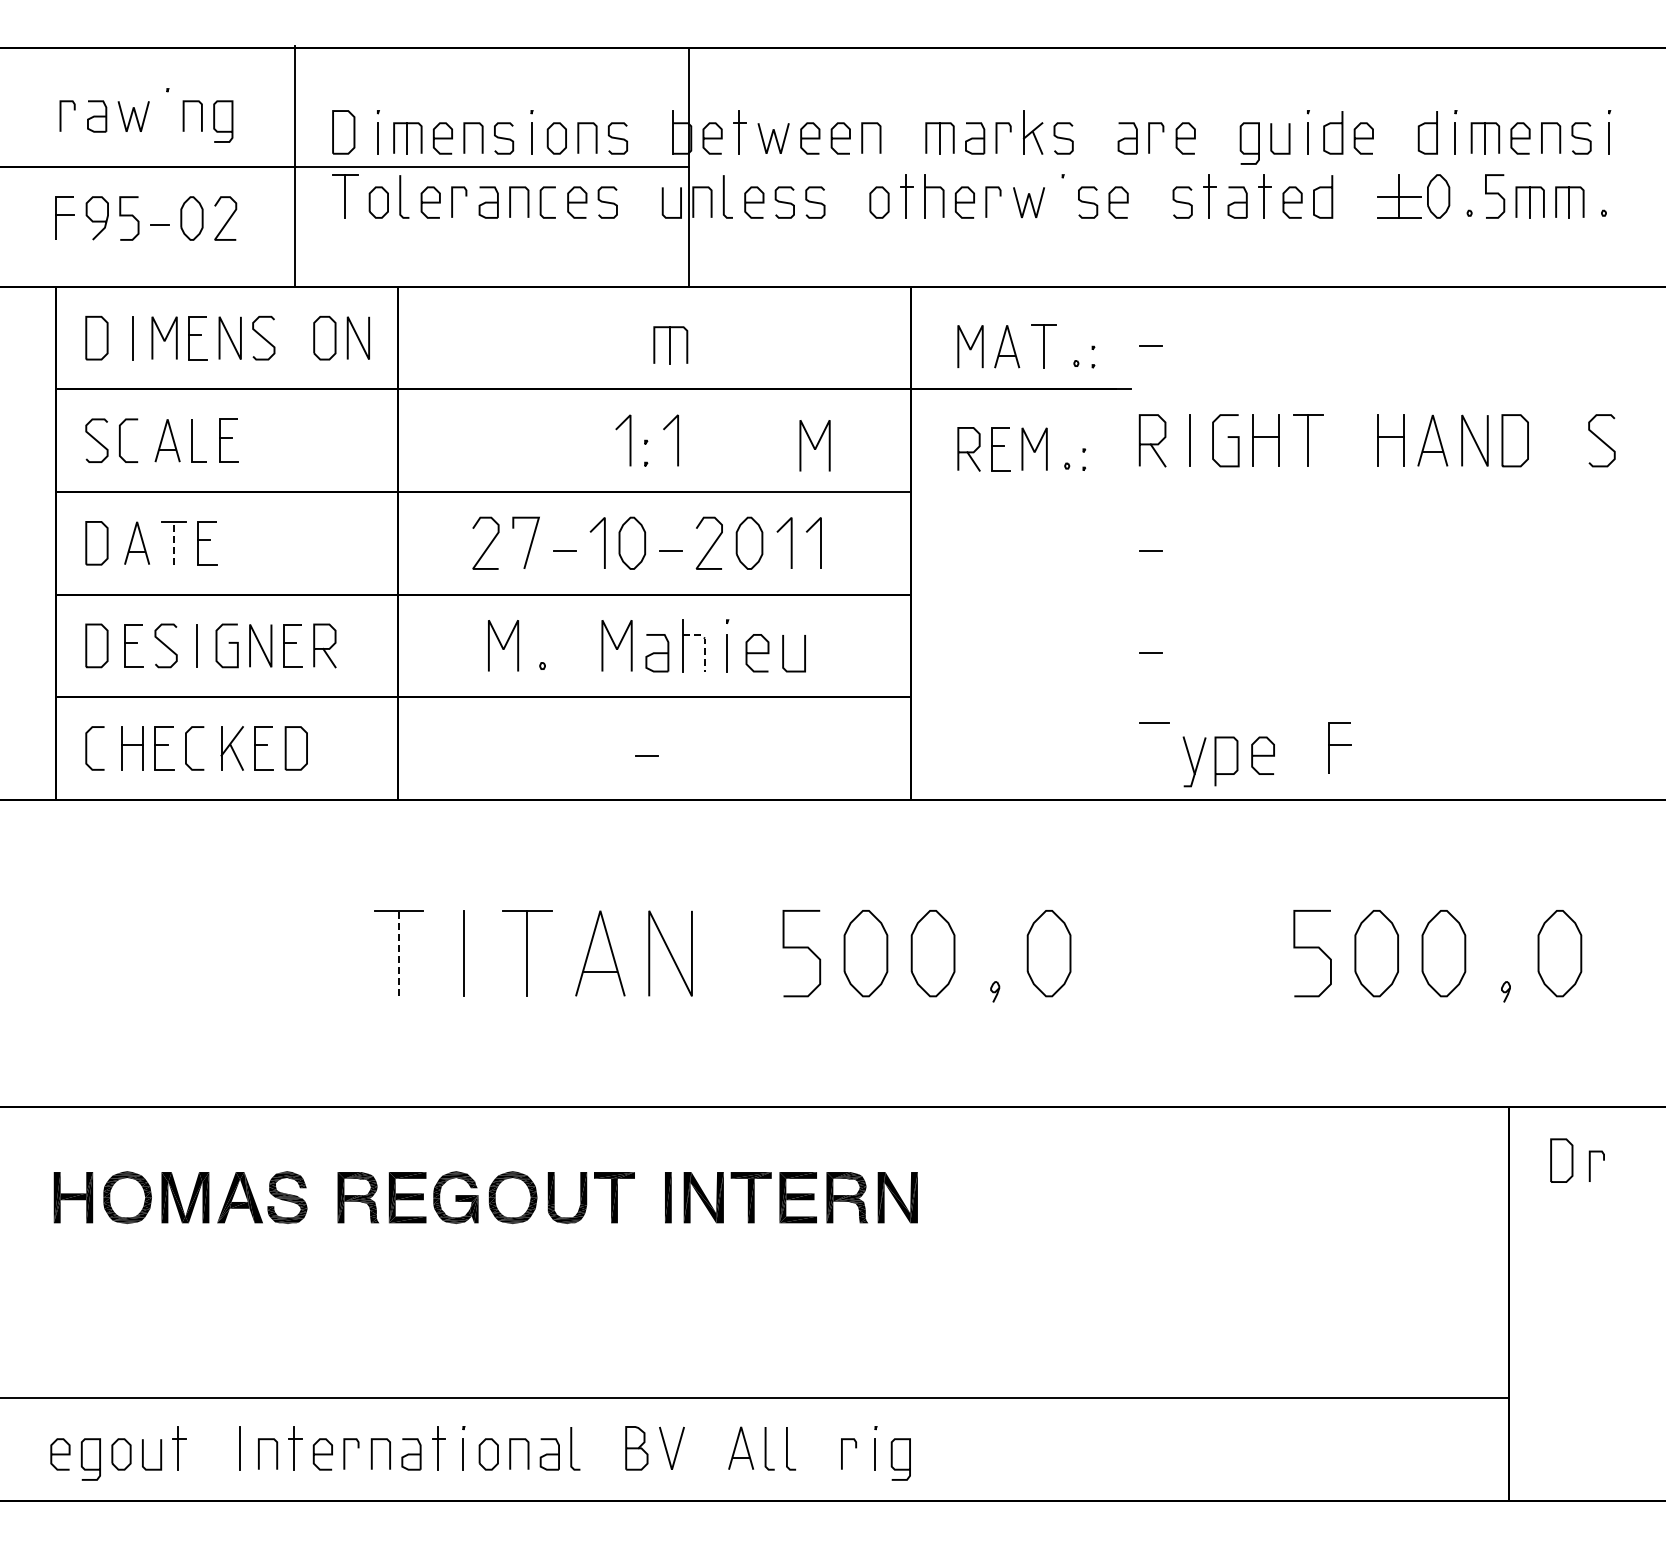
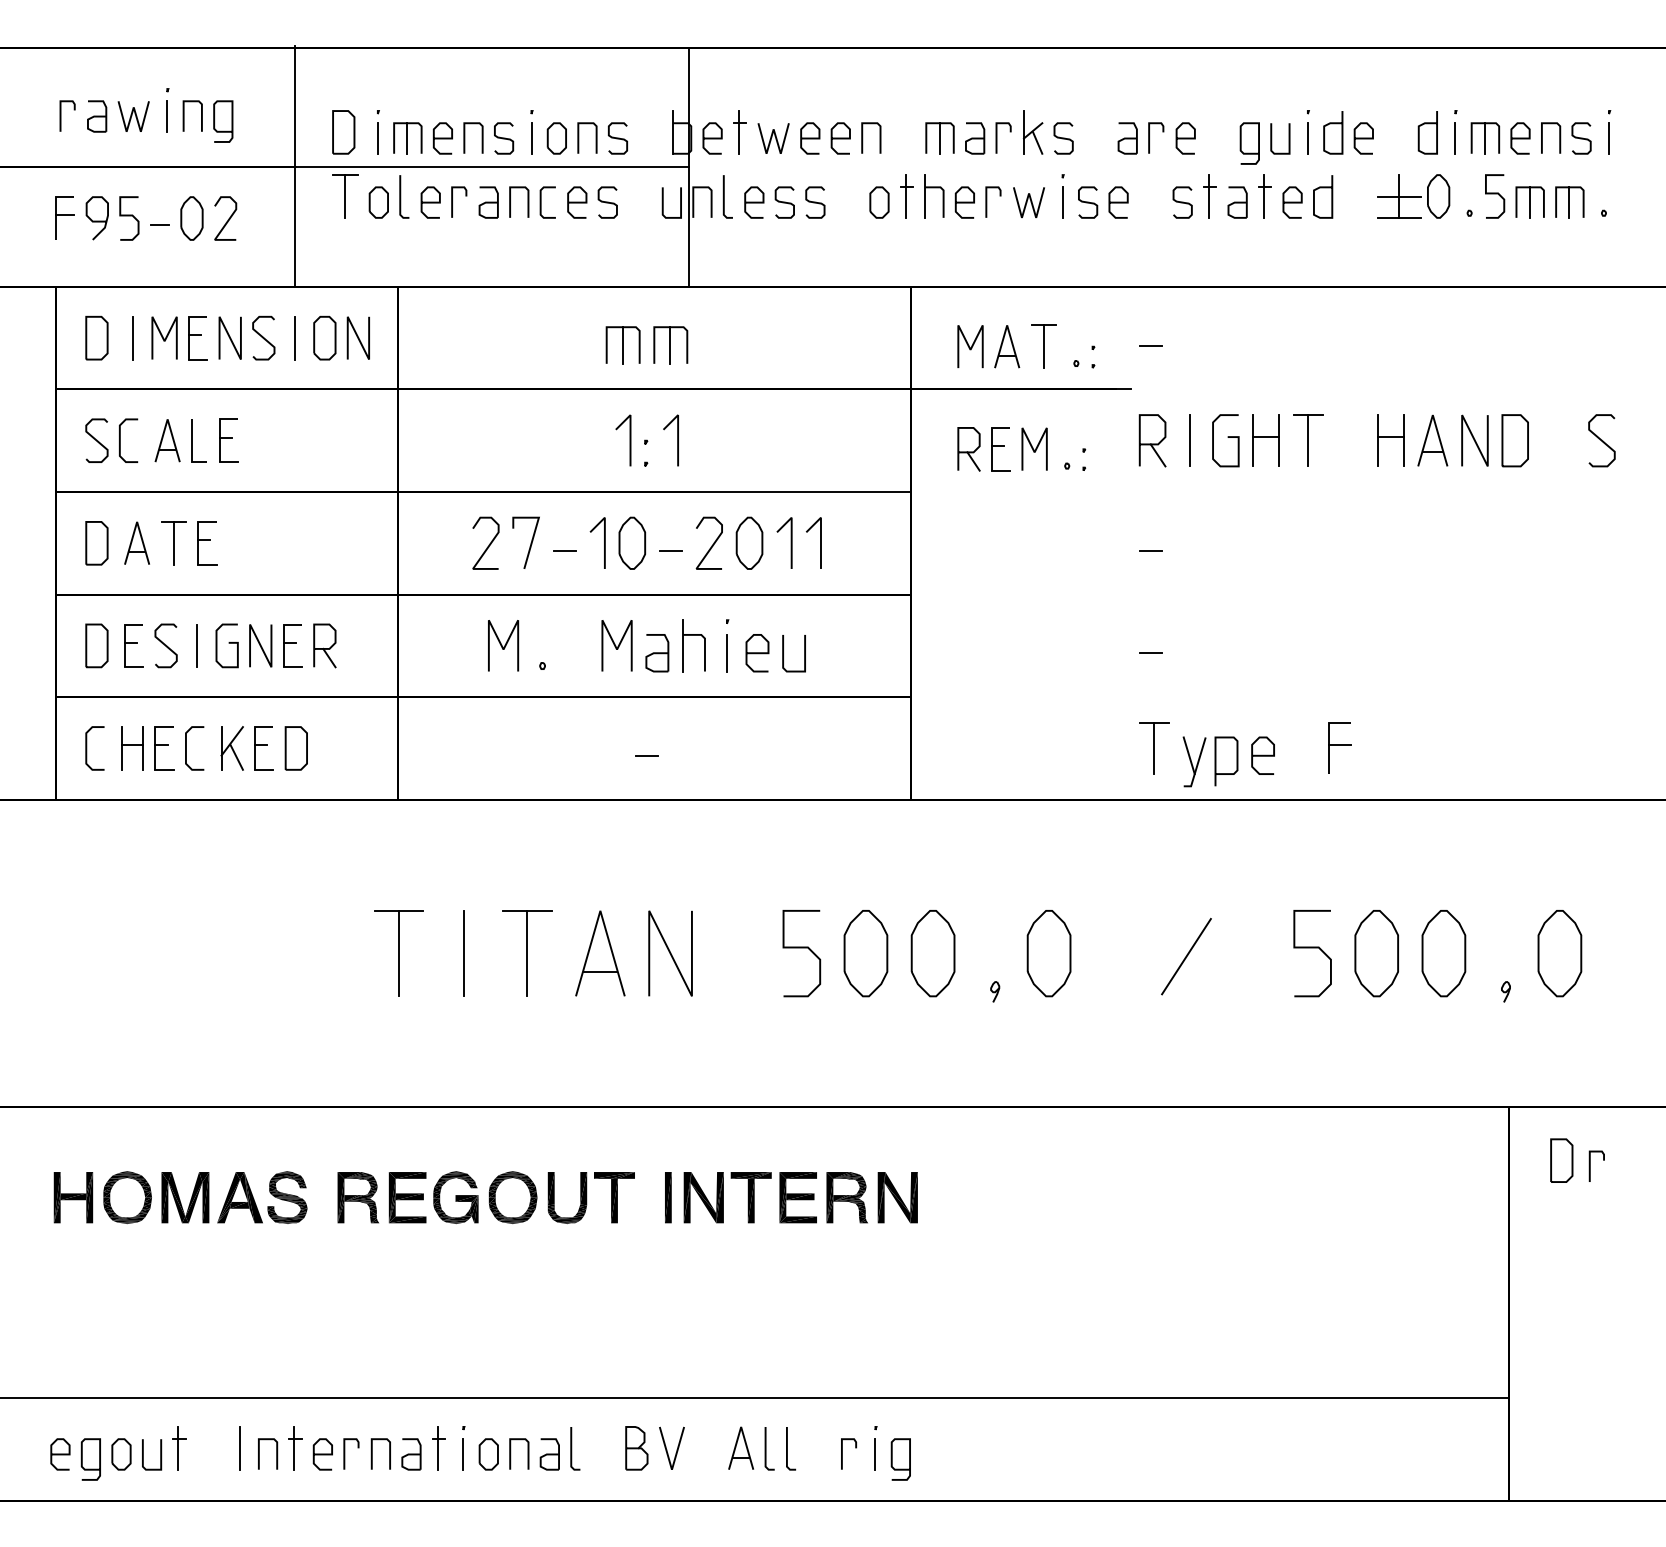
line at (167, 116): none -> present
line at (1062, 202): none -> present
line at (294, 337): none -> present
part at (622, 345): none -> present
line at (814, 445): present -> none
line at (173, 542): dashed -> solid
line at (704, 641): dashed -> solid
line at (1154, 748): none -> present
line at (398, 953): dashed -> solid
line at (1186, 956): none -> present
